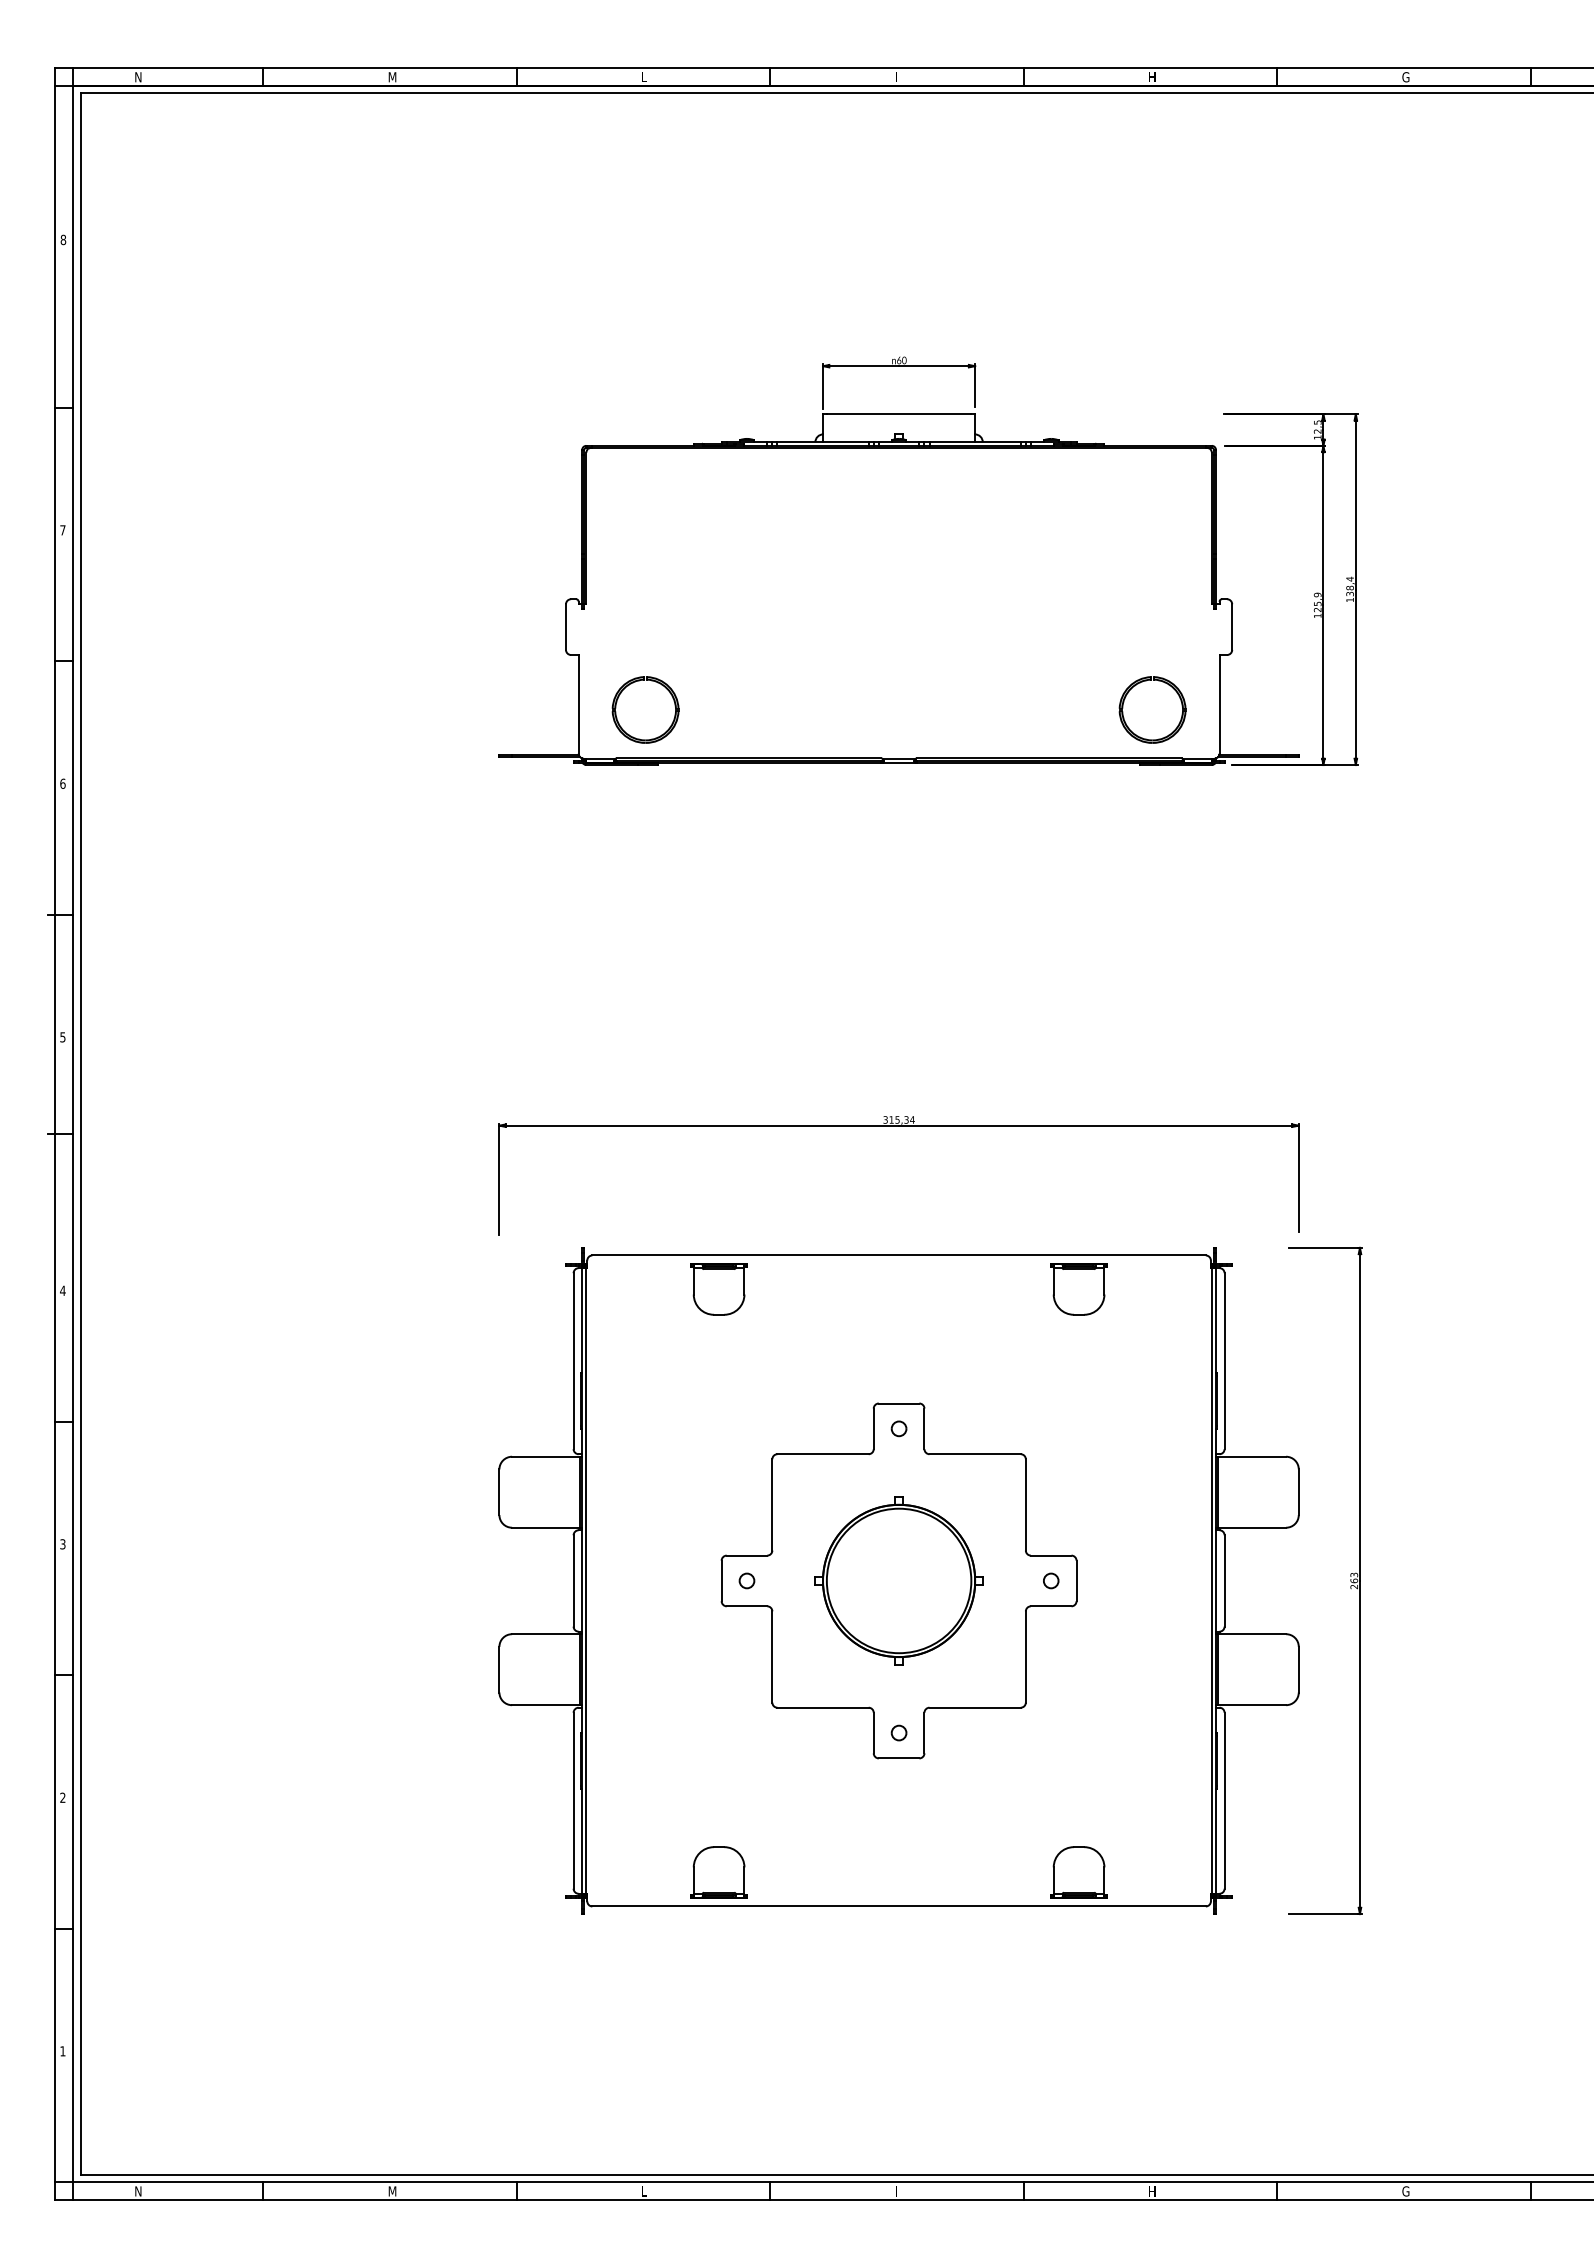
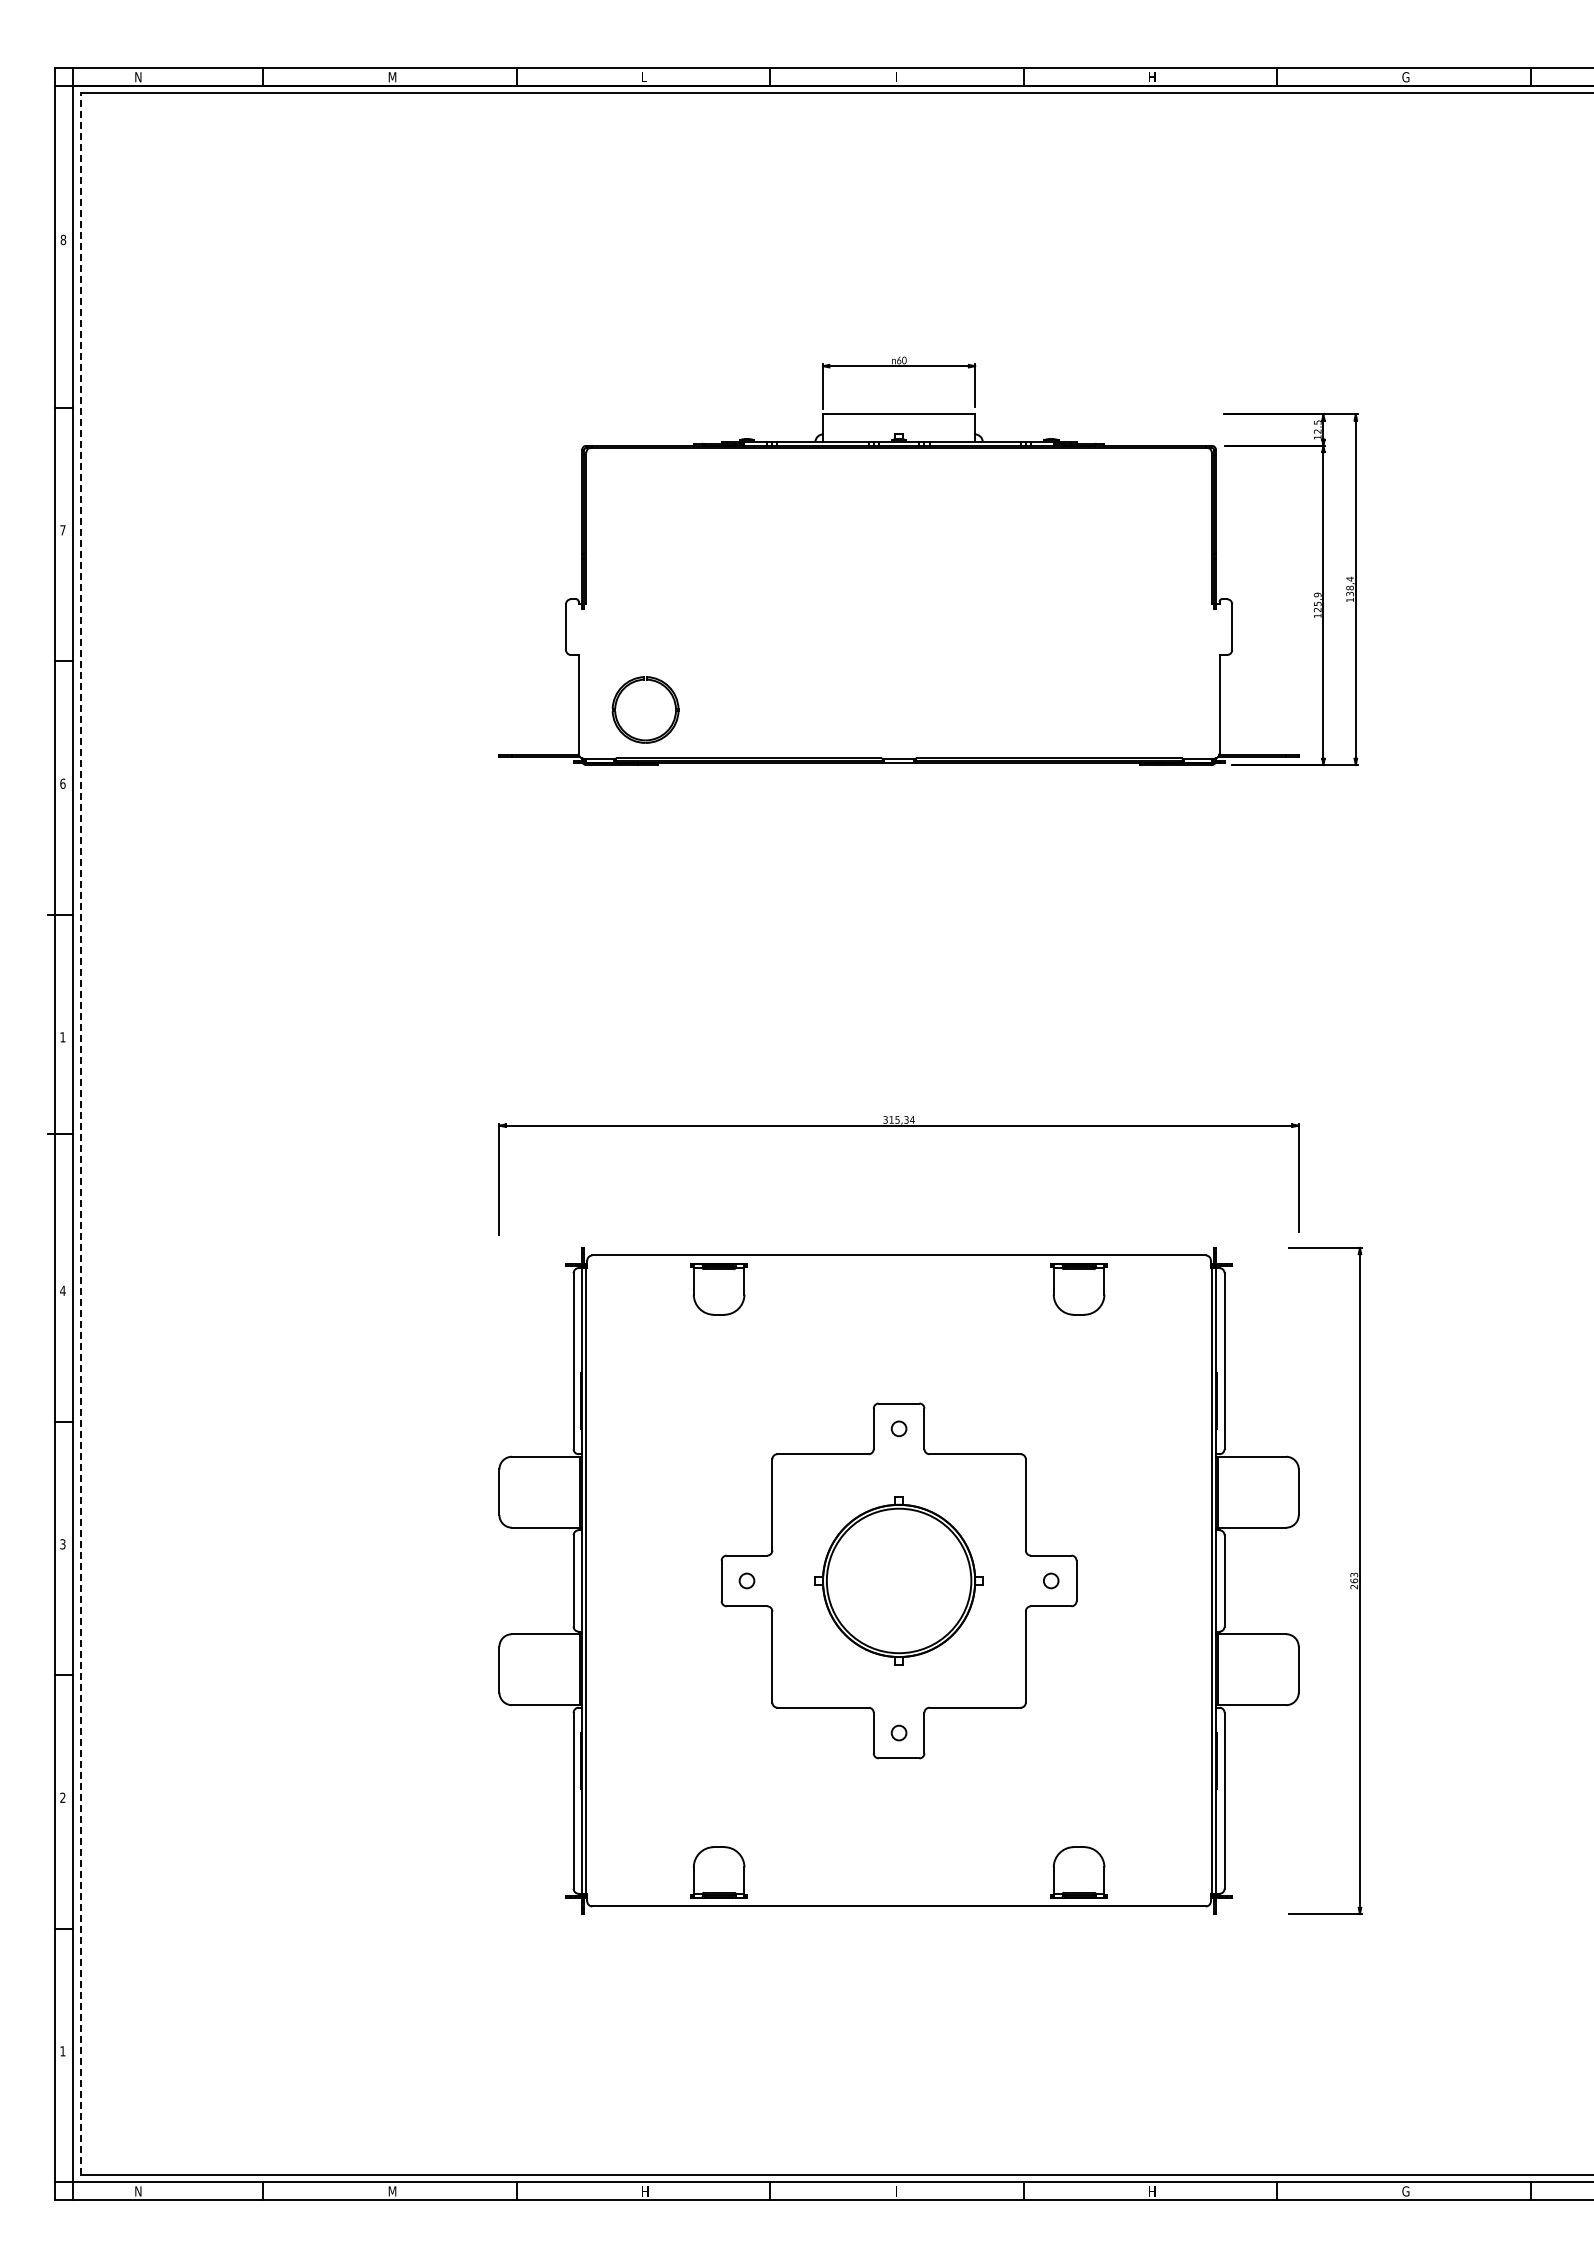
part at (1135, 686): present -> none
text at (62, 1037): 5 -> 1
line at (80, 1134): solid -> dashed
text at (645, 2191): L -> H
